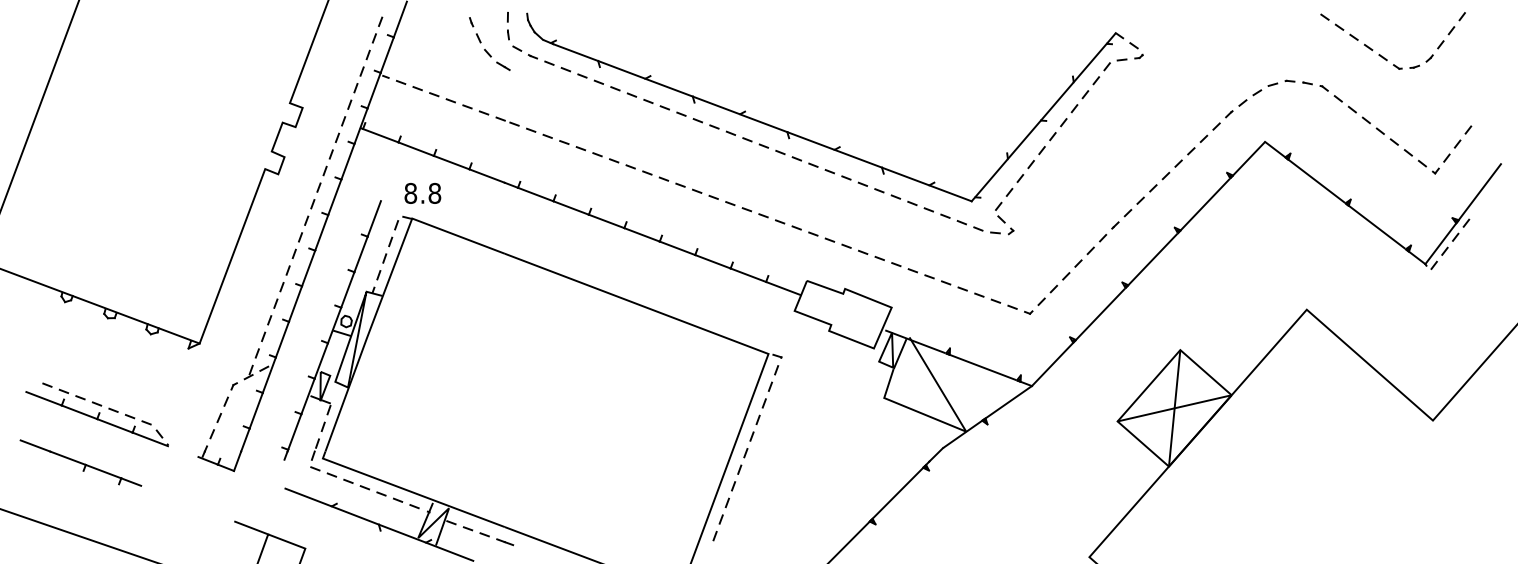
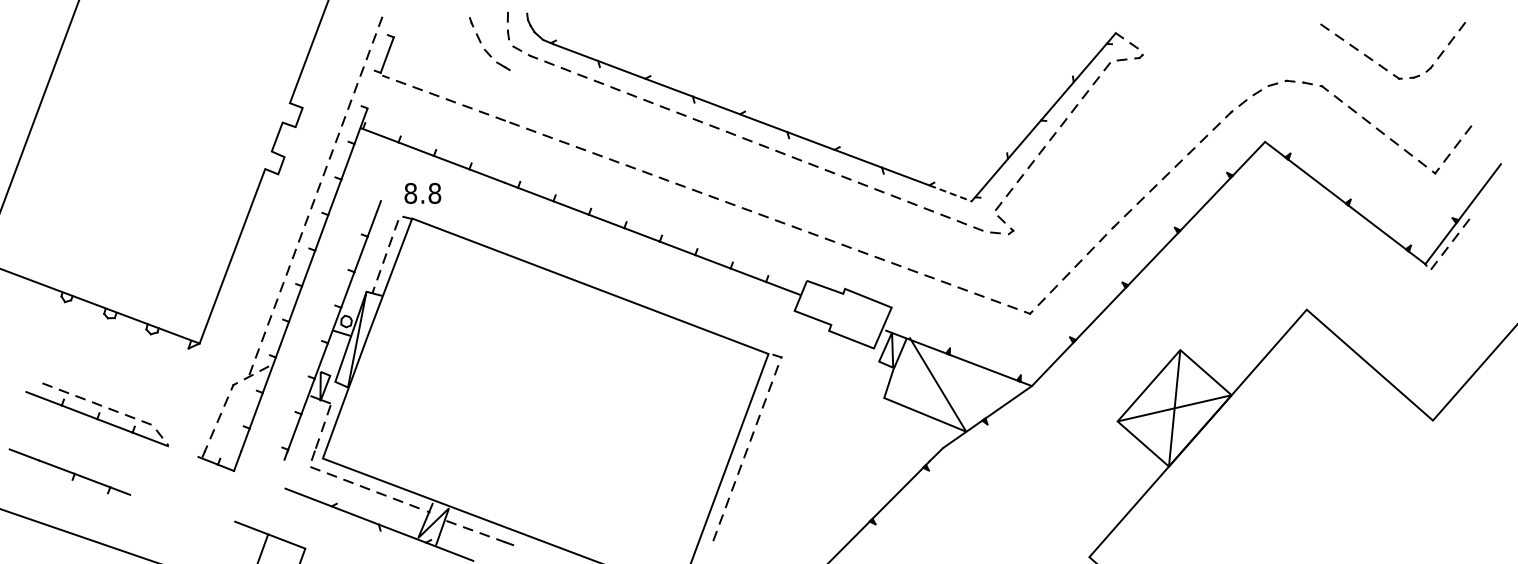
line at (399, 19): present -> none
part at (1383, 56) position: (1383, 56) -> (1383, 66)
line at (373, 90): present -> none
line at (950, 193): solid -> dashed
part at (80, 462) position: (80, 462) -> (69, 471)
